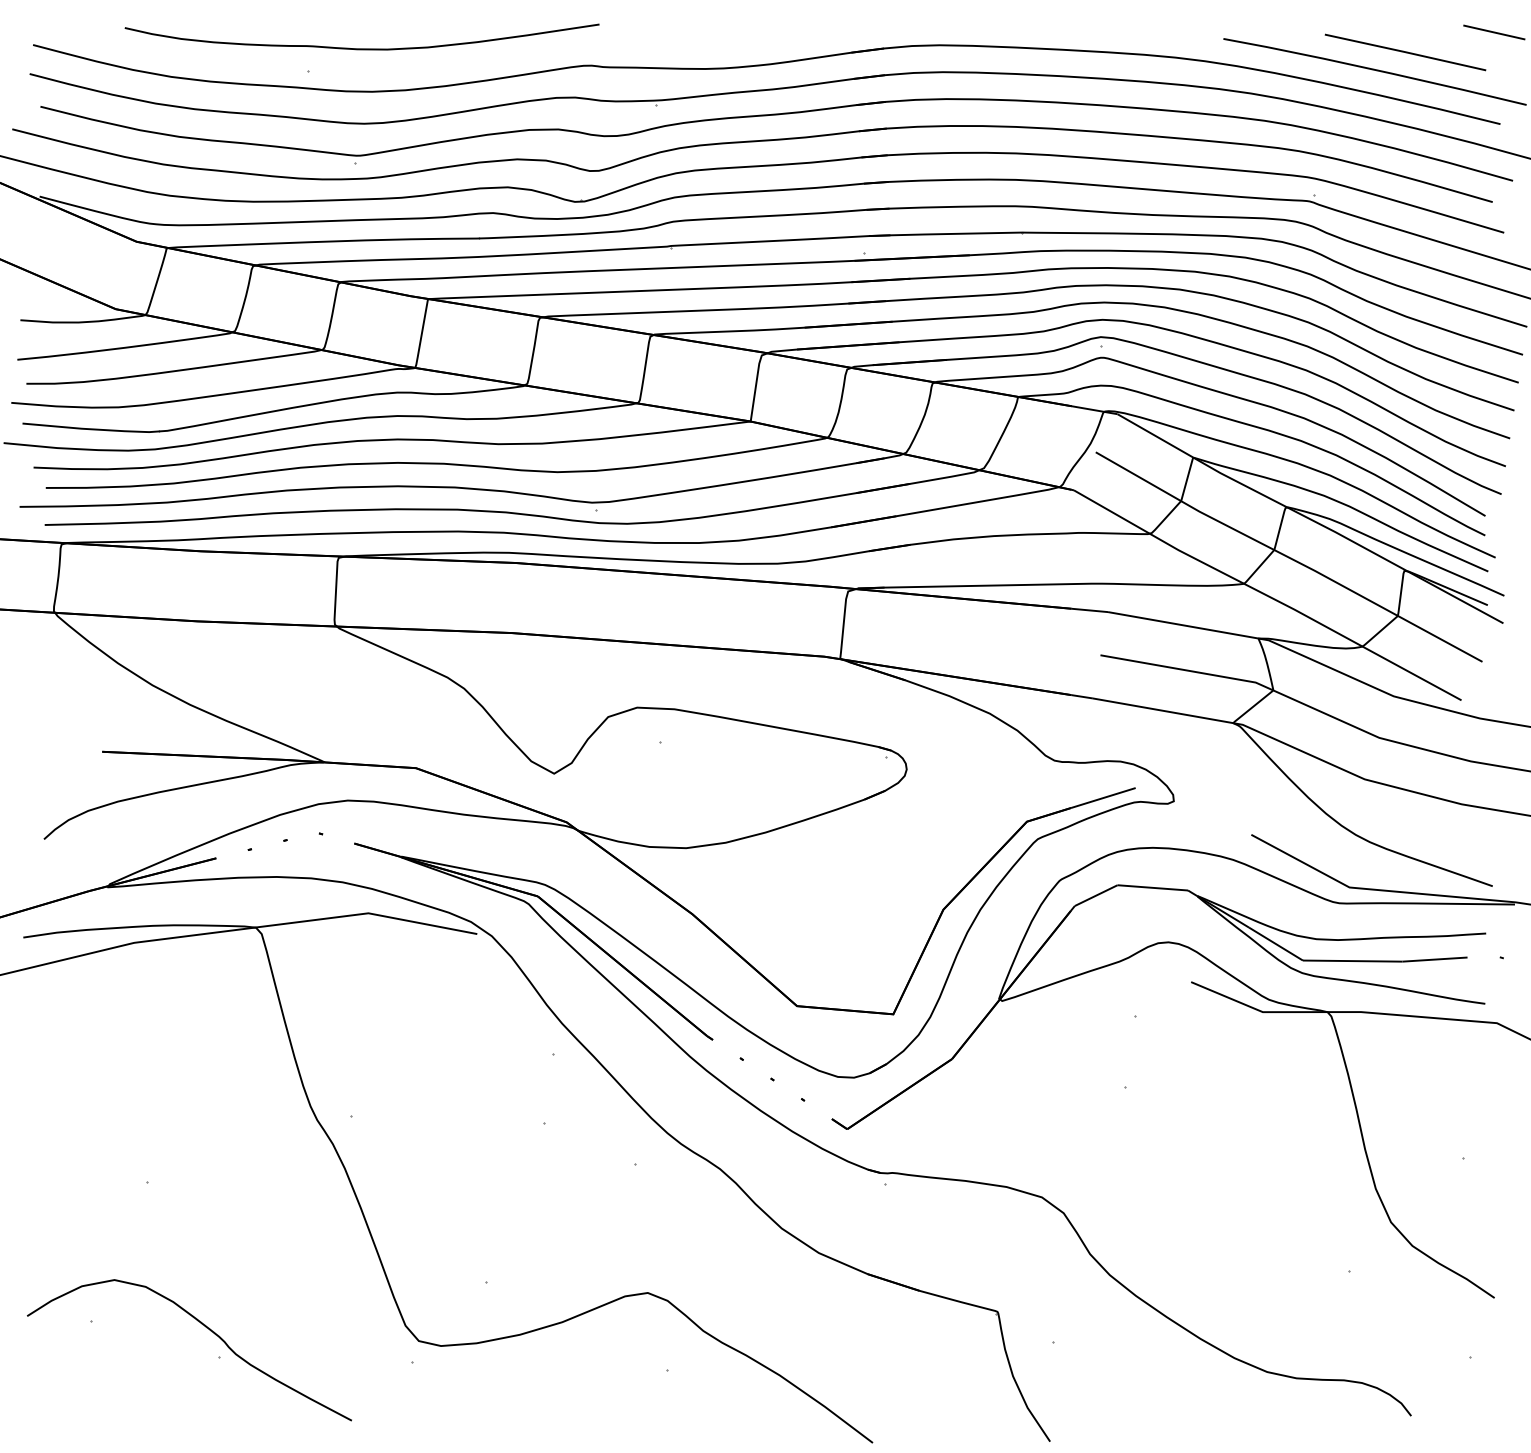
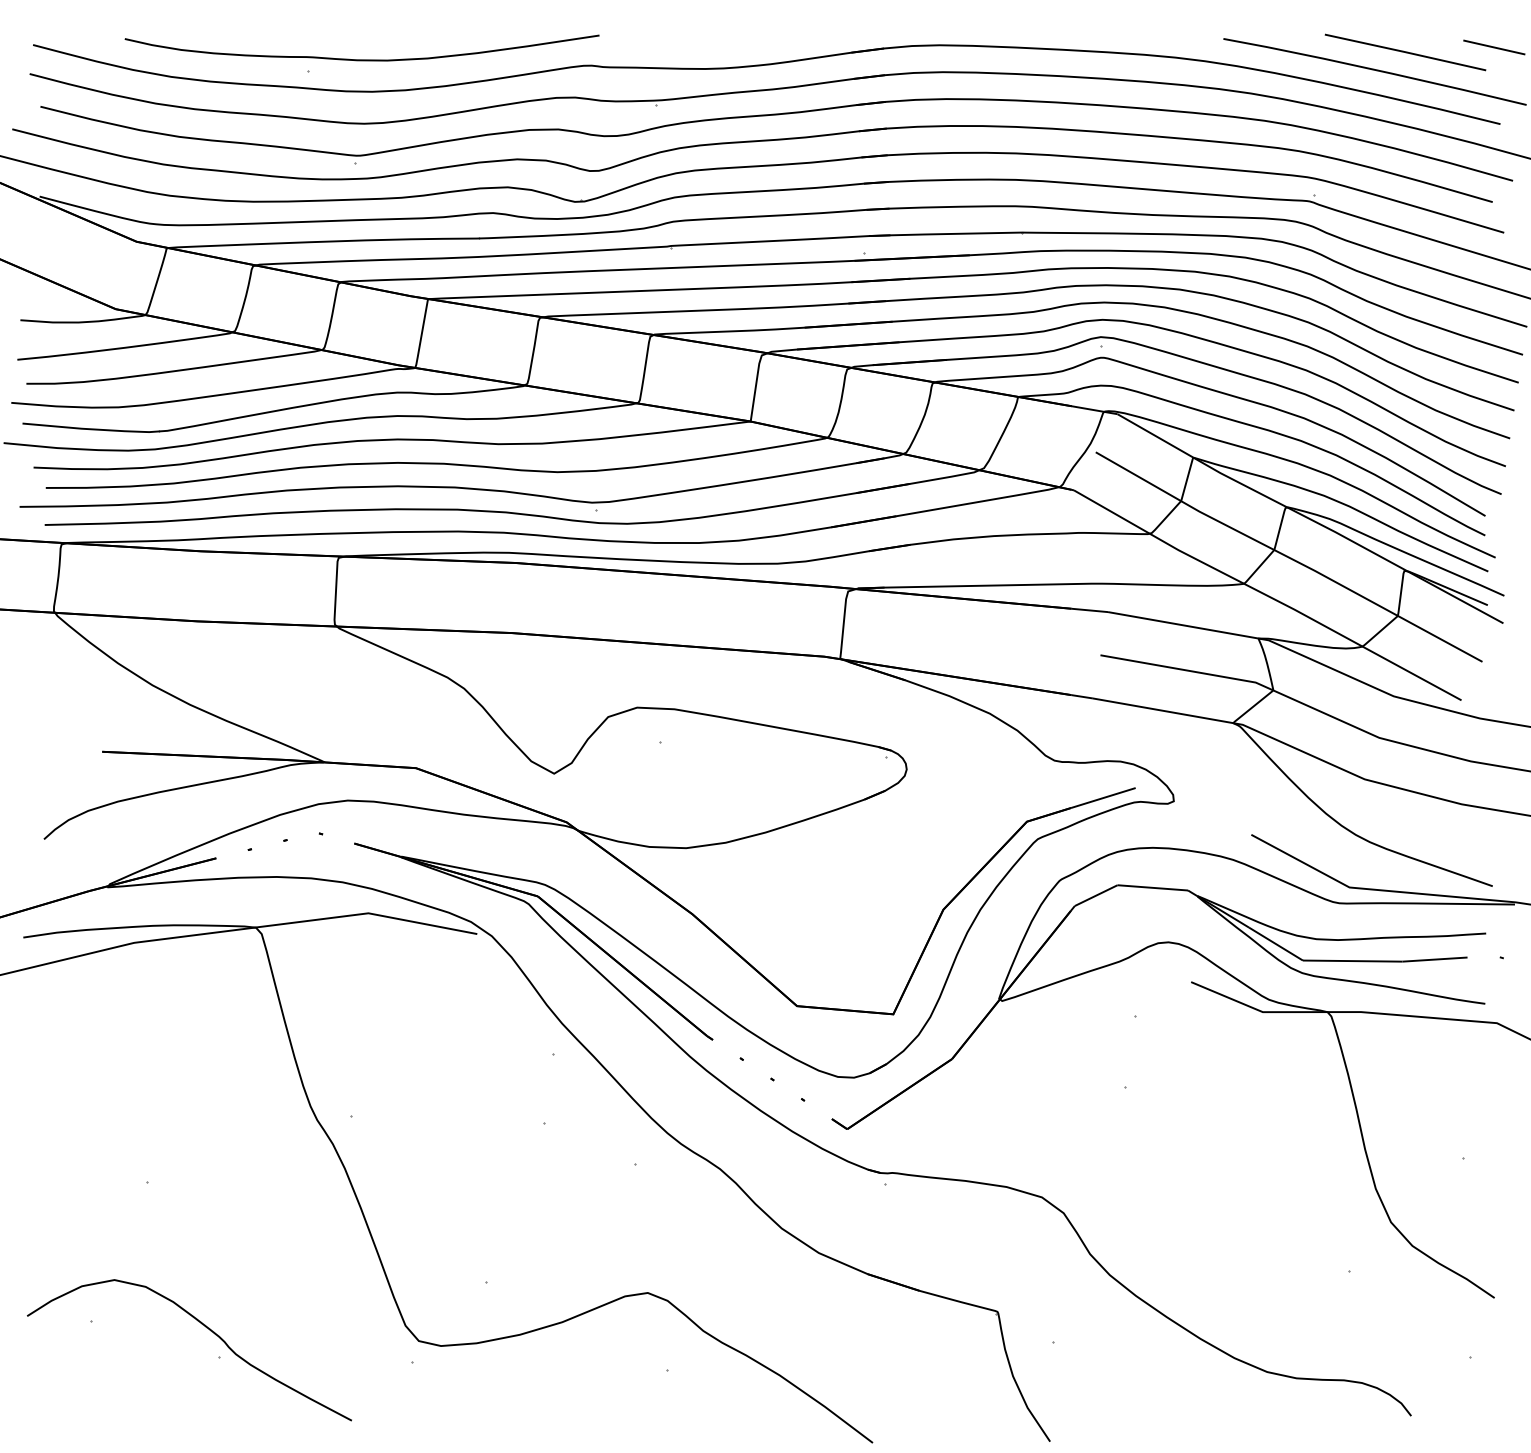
line at (1494, 32) position: (1494, 32) -> (1494, 47)
curve at (361, 48) position: (361, 48) -> (361, 59)
